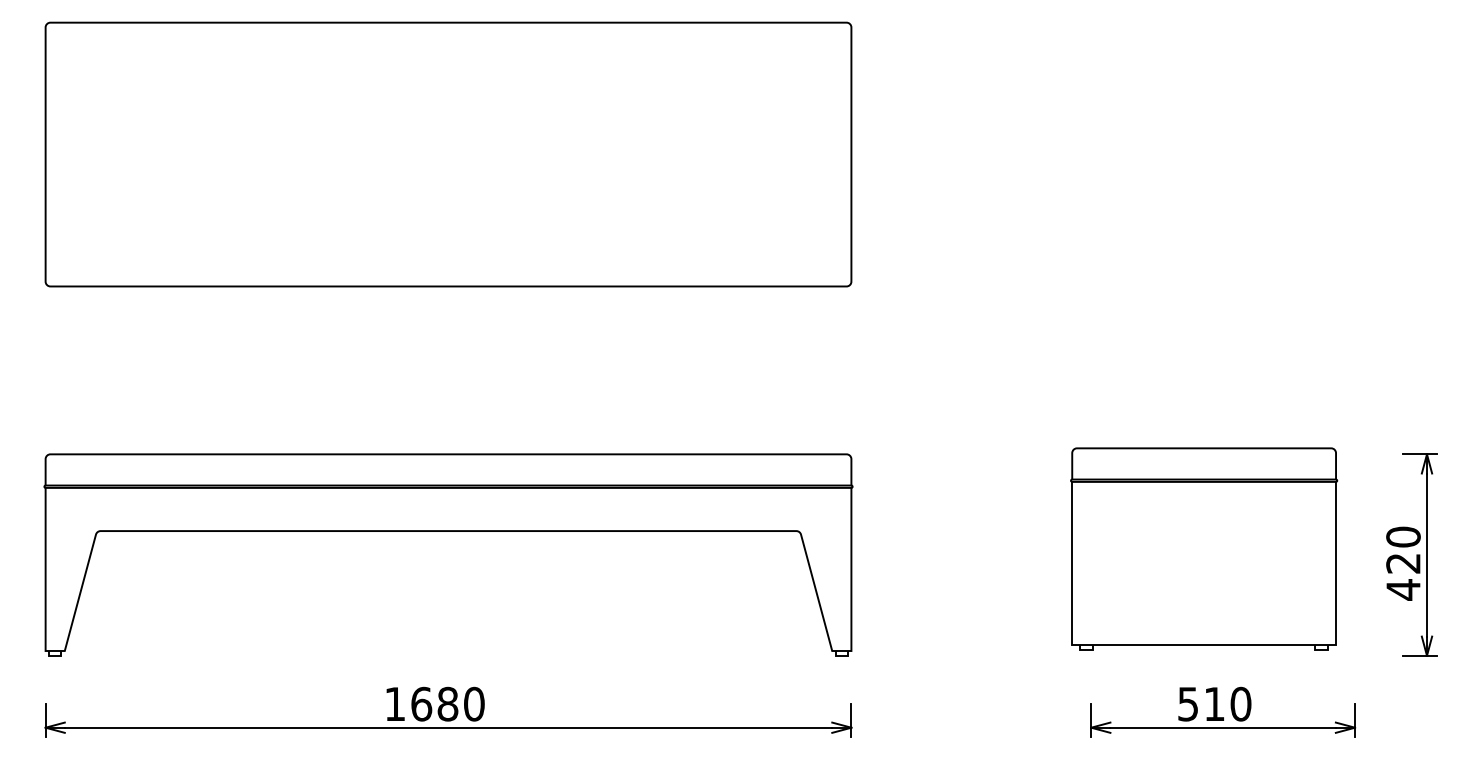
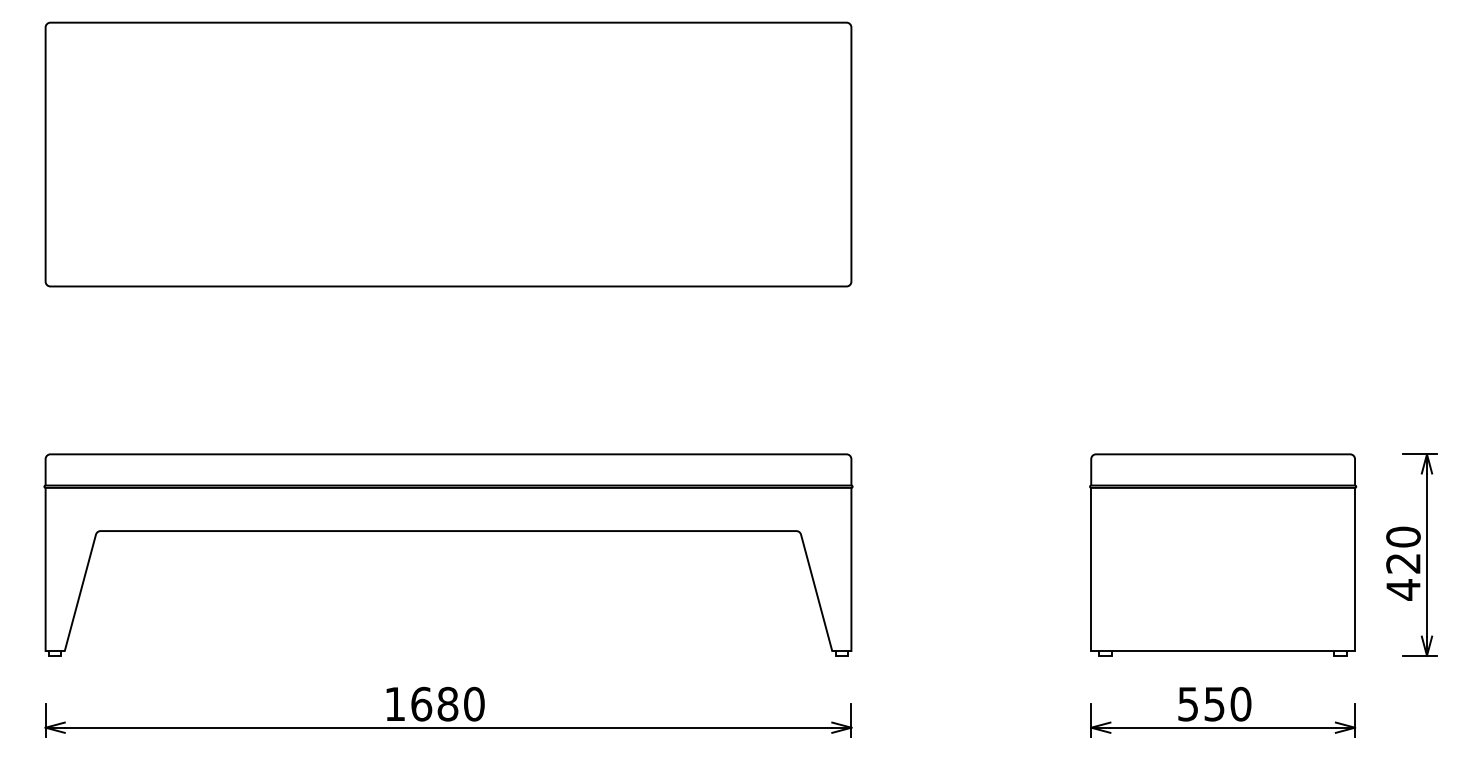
part at (1204, 548) position: (1204, 548) -> (1223, 554)
text at (1214, 704): 510 -> 550
